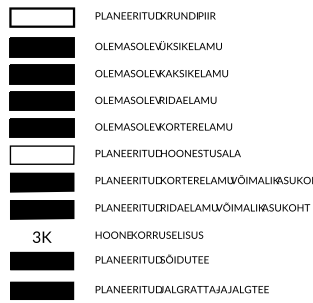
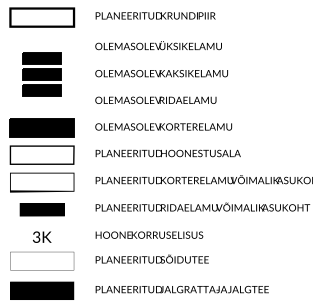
part at (41, 73) size: 66x74 px -> 40x45 px
fill at (42, 182): present -> none
part at (42, 209) size: 65x20 px -> 46x14 px
fill at (42, 261): present -> none
